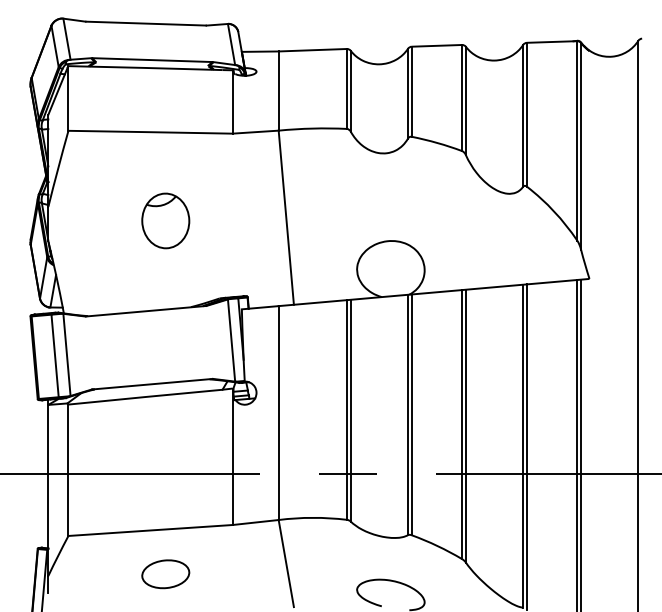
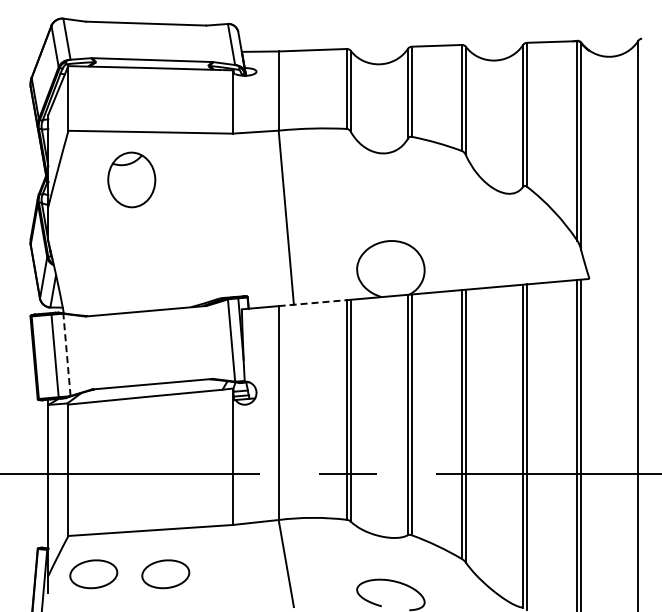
part at (165, 220) position: (165, 220) -> (131, 179)
line at (313, 303): solid -> dashed
line at (66, 354): solid -> dashed
part at (93, 574): none -> present
